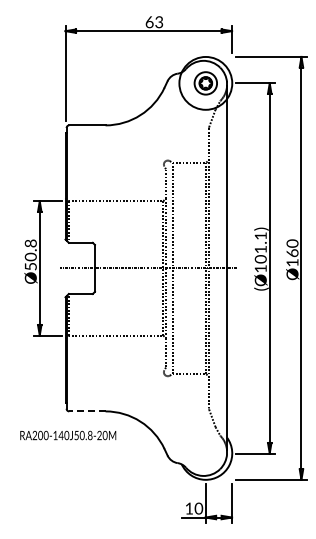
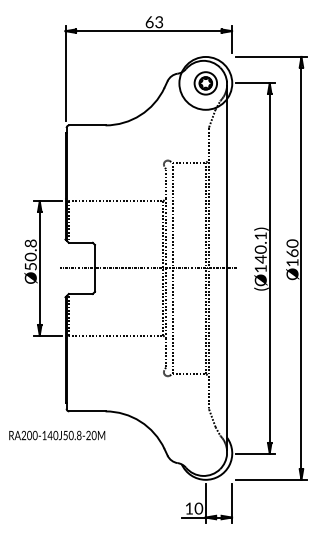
text at (260, 254): (Ø101.1) -> (Ø140.1)
line at (86, 411): dashed -> solid
text at (68, 435) position: (68, 435) -> (57, 435)
